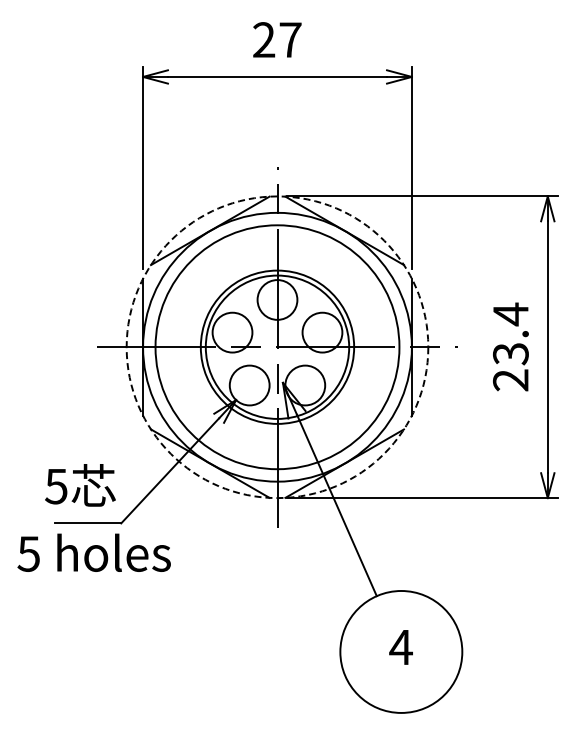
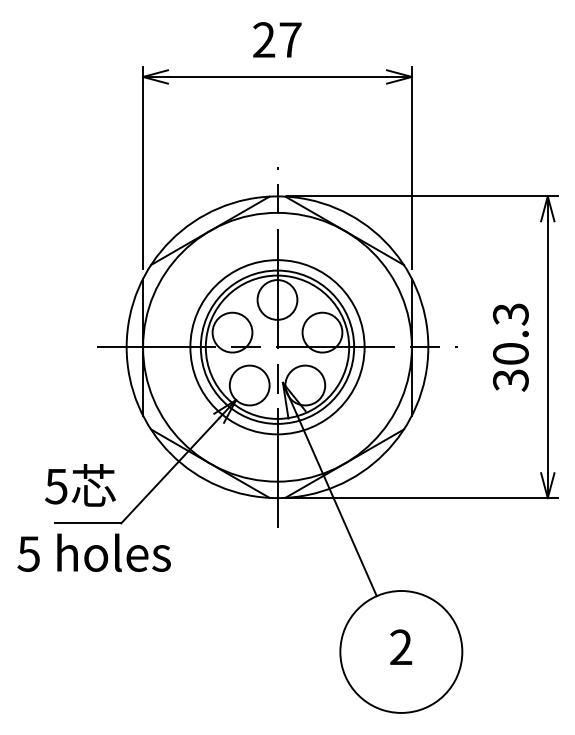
text at (510, 346): 23.4 -> 30.3
circle at (277, 347) diameter: 244 px -> 174 px
circle at (277, 347): dashed -> solid
text at (400, 646): 4 -> 2
